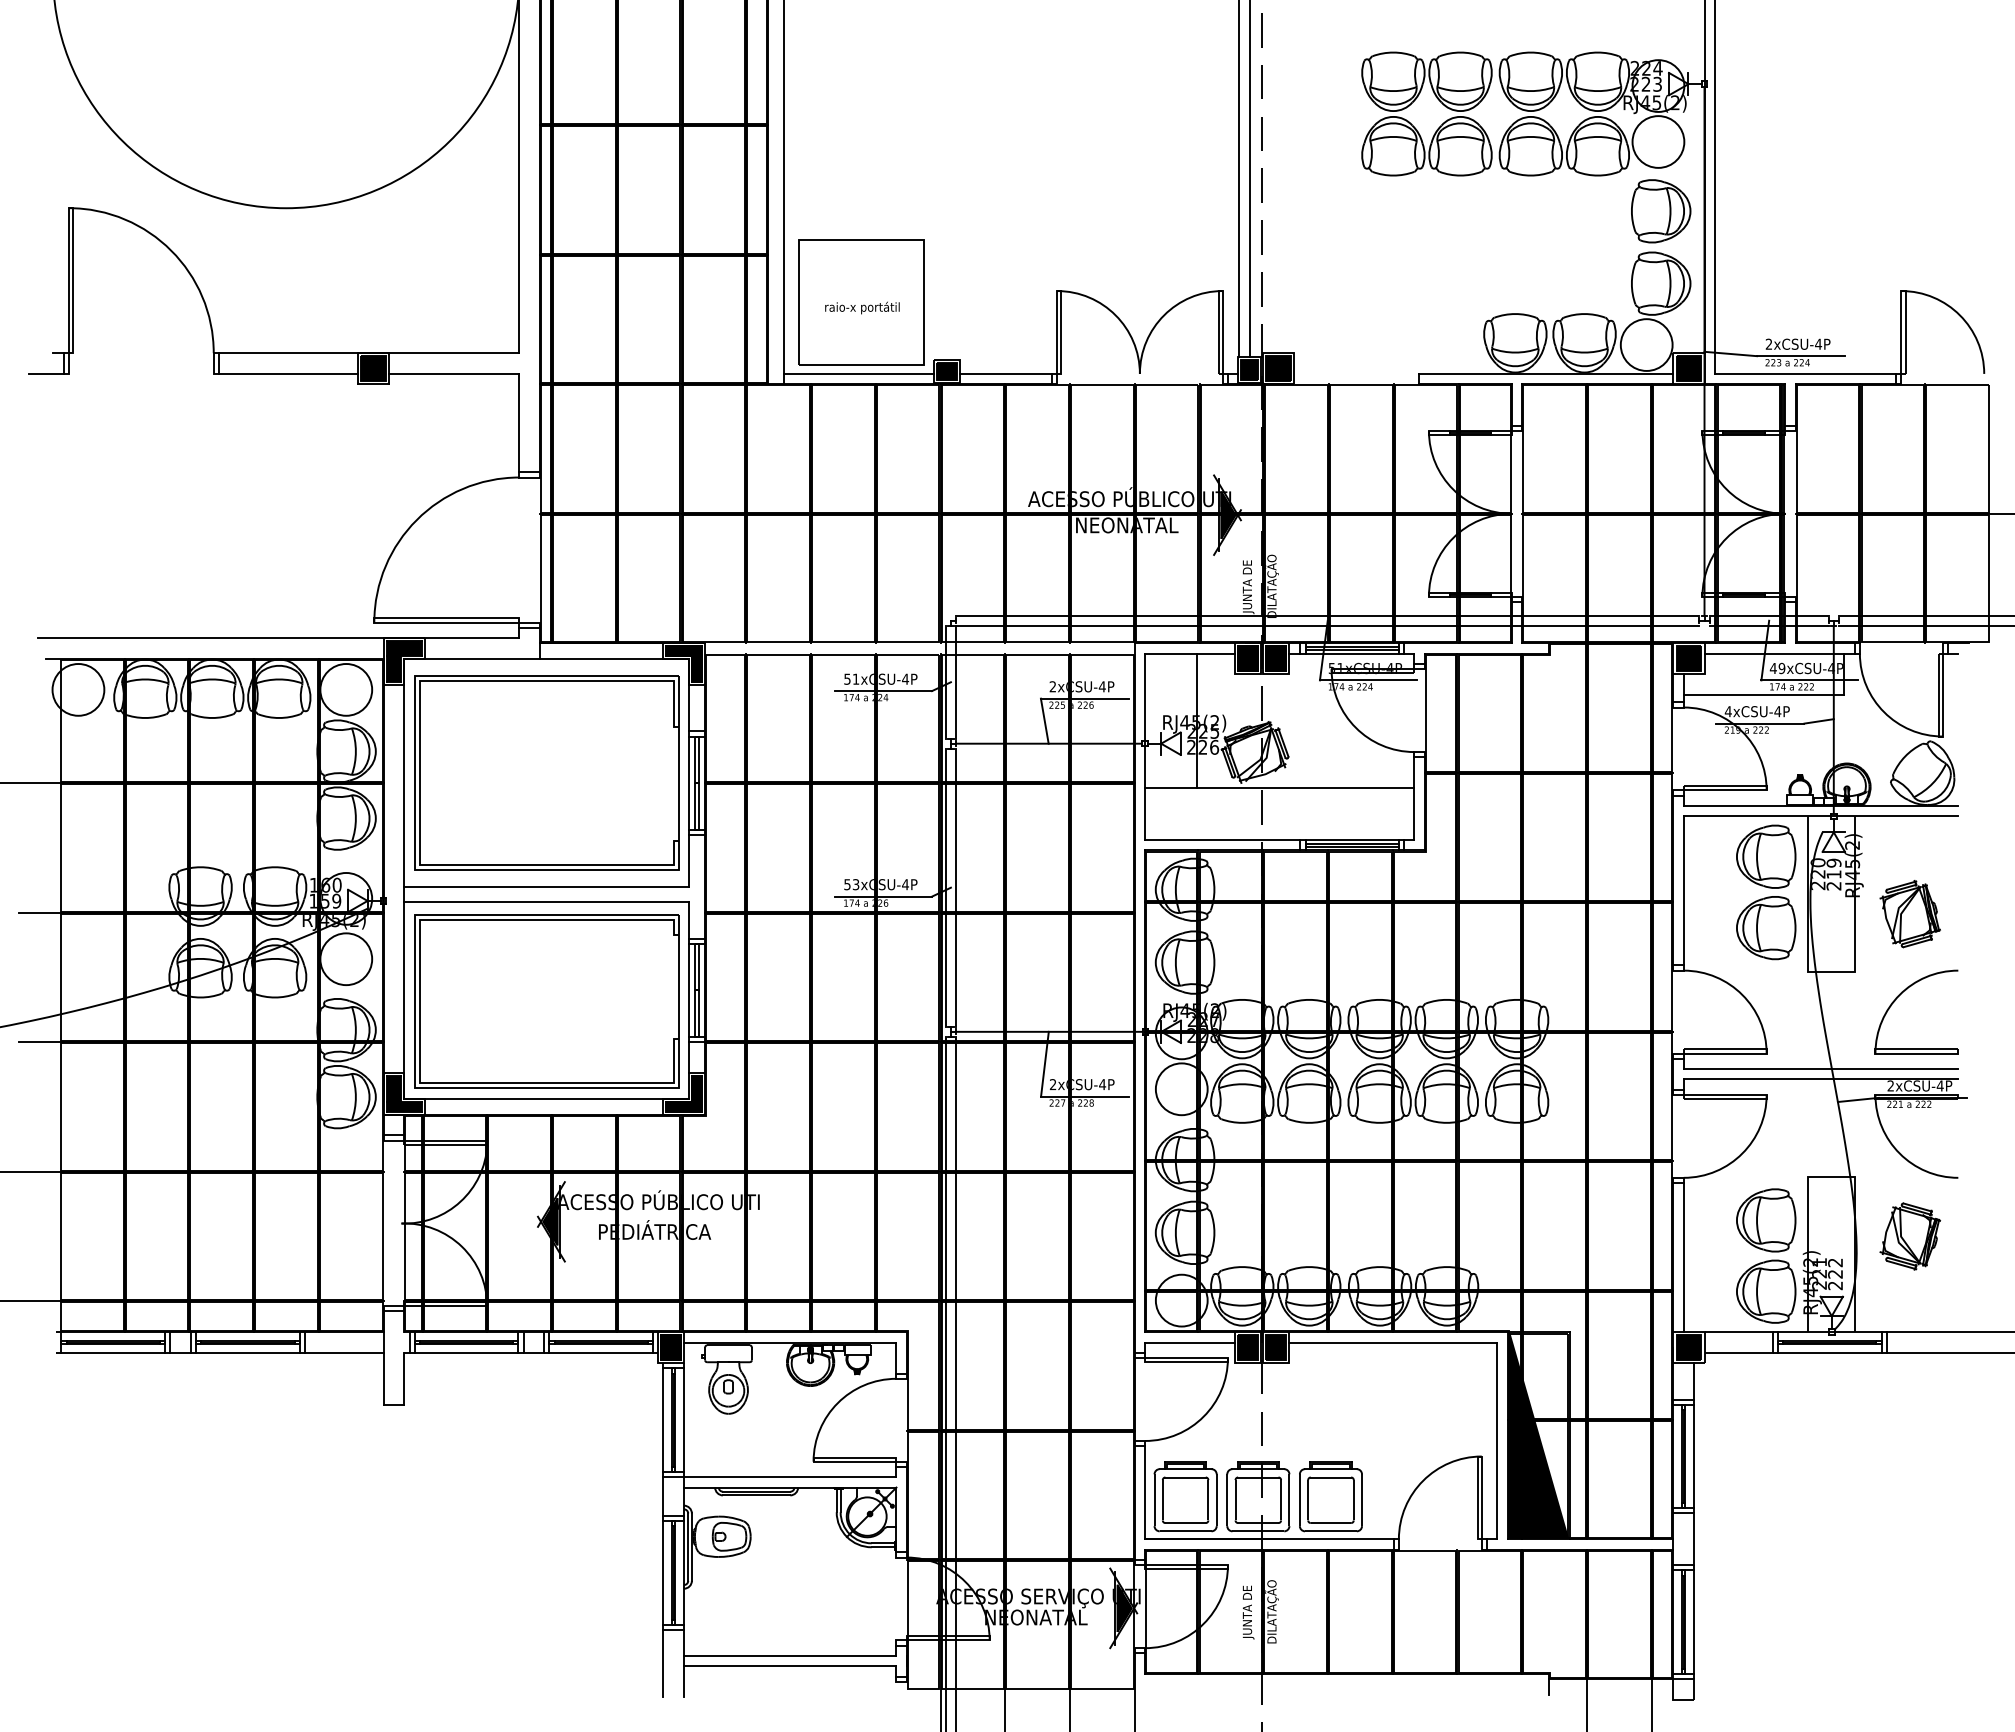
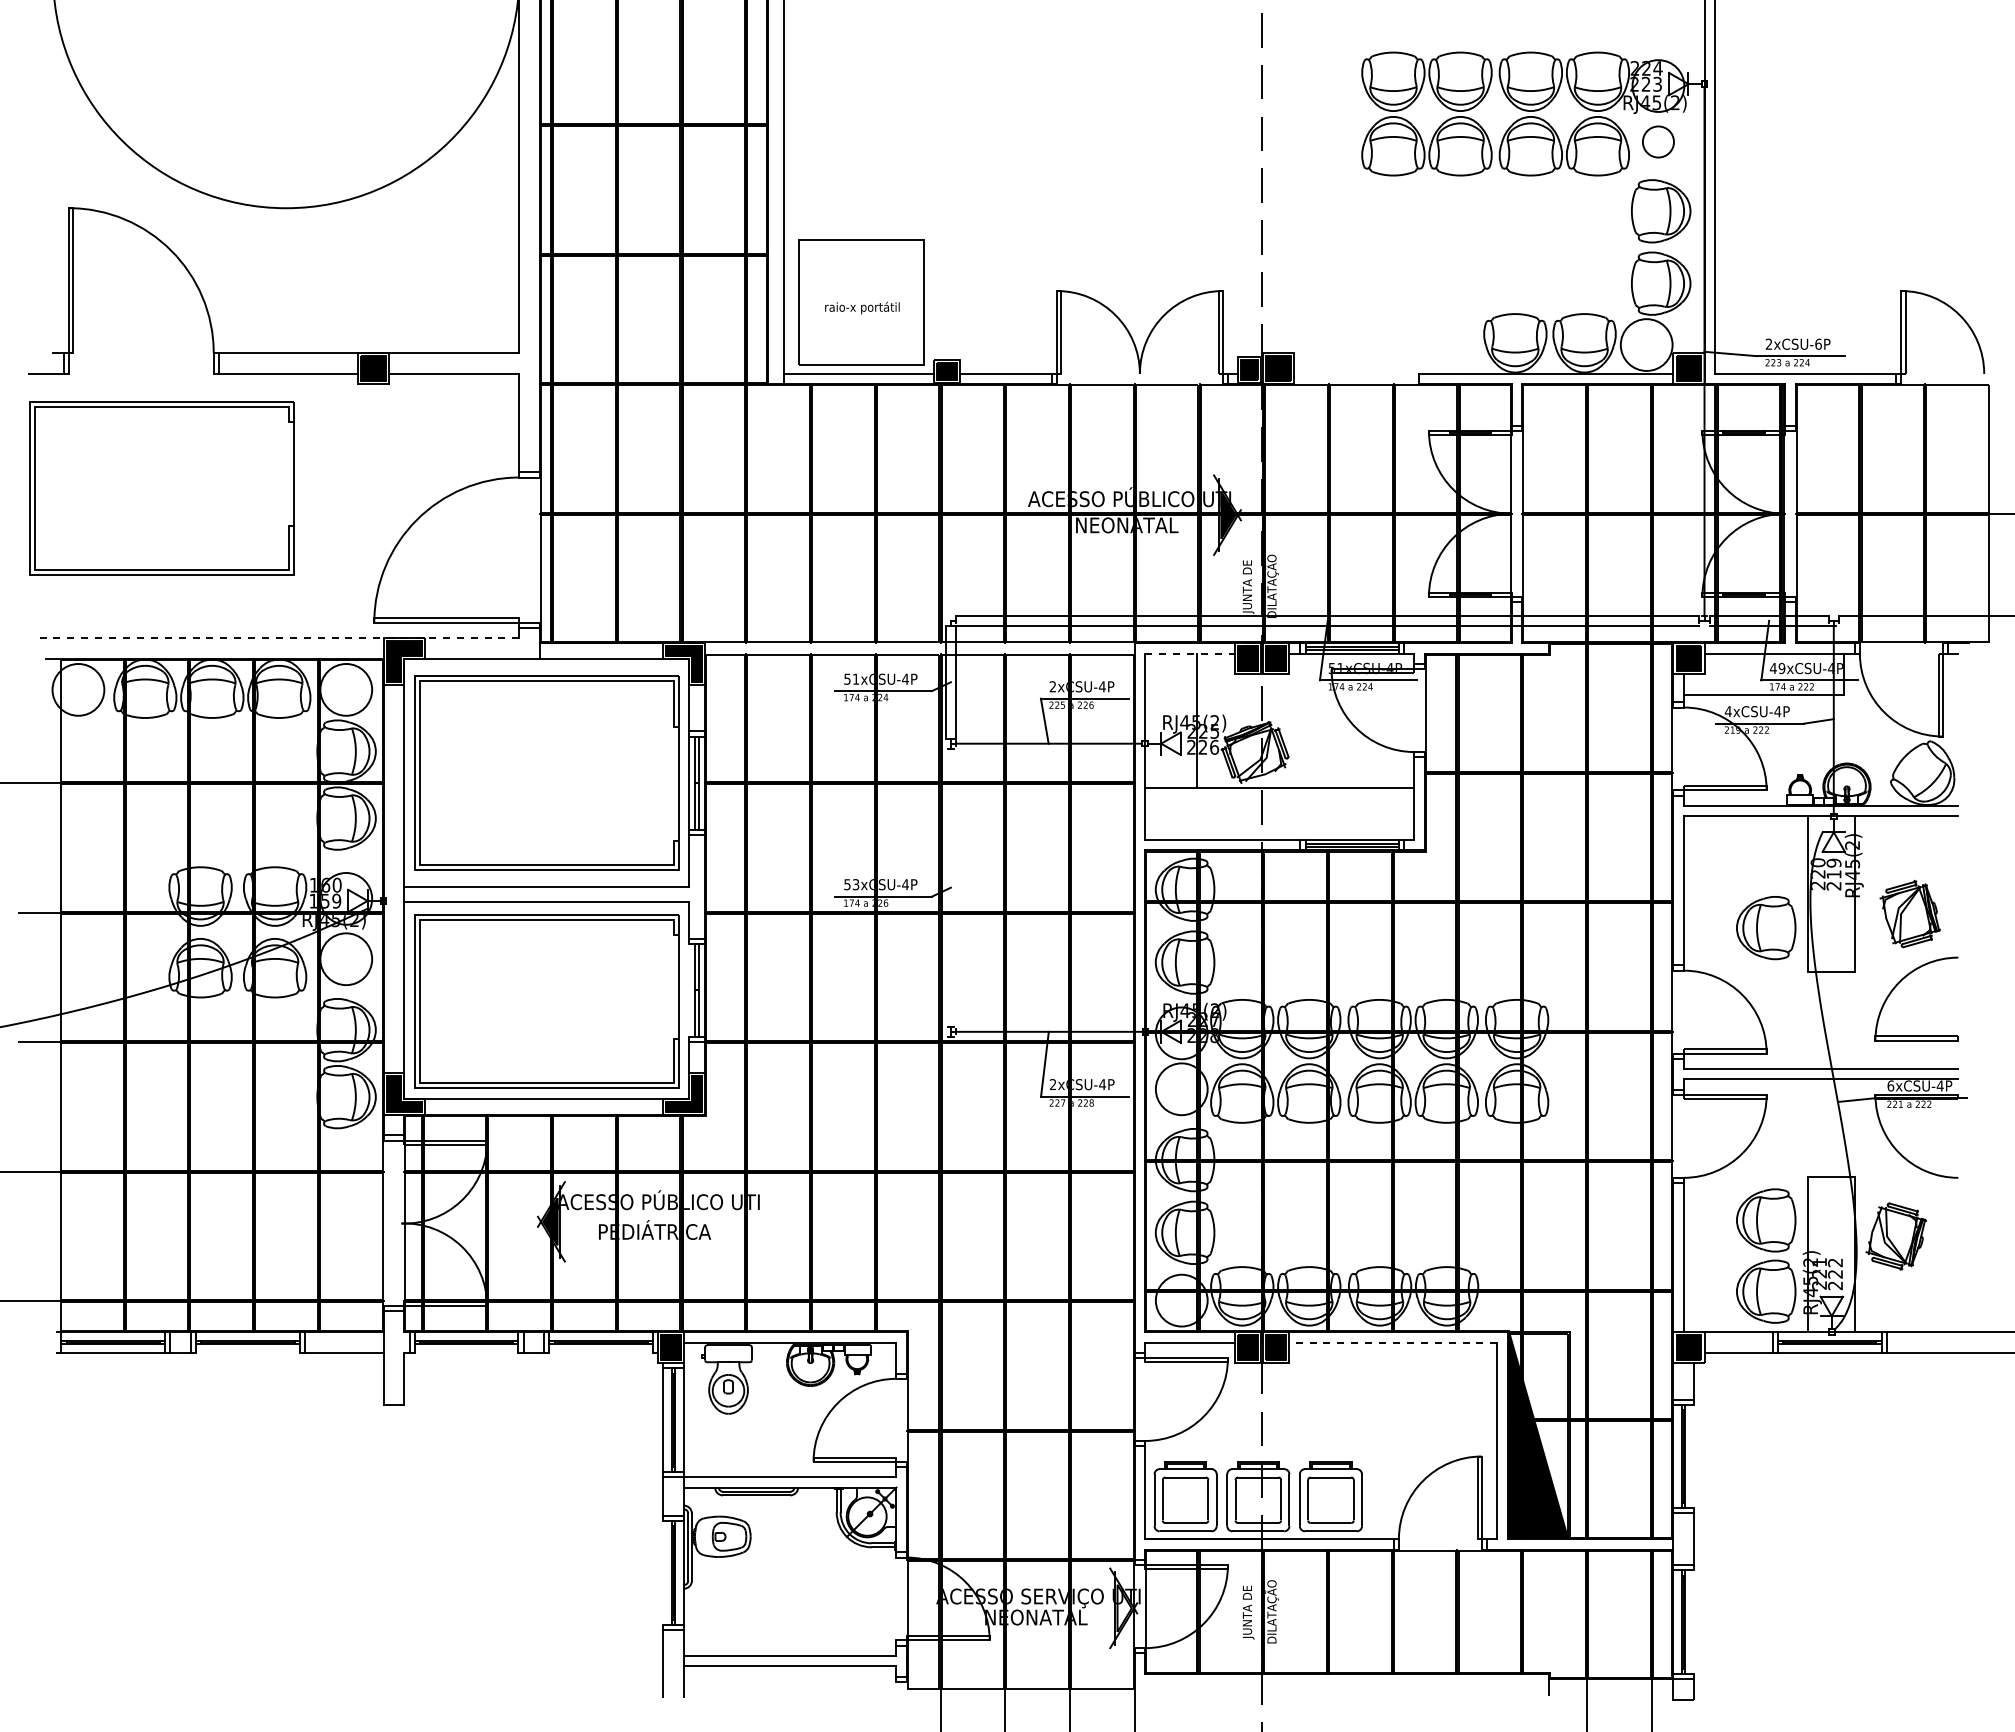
circle at (1658, 141) diameter: 52 px -> 31 px
line at (1239, 179): present -> none
line at (1249, 179): present -> none
text at (1818, 343): 2xCSU-4P -> 2xCSU-6P
part at (161, 488): none -> present
line at (1924, 625): present -> none
line at (278, 638): solid -> dashed
line at (1190, 653): solid -> dashed
part at (1766, 856): present -> none
line at (945, 887): present -> none
line at (956, 887): present -> none
line at (689, 989): present -> none
part at (1900, 995) position: (1900, 995) -> (1900, 982)
text at (1890, 1085): 2xCSU-4P -> 6xCSU-4P
part at (1910, 1236) position: (1910, 1236) -> (1896, 1236)
line at (1392, 1342): solid -> dashed
line at (247, 1352): present -> none
line at (466, 1352): present -> none
line at (601, 1352): present -> none
line at (945, 1382): present -> none
line at (956, 1382): present -> none
line at (1694, 1456): present -> none
line at (663, 1572): present -> none
fill at (1124, 1607): present -> none
line at (1694, 1622): present -> none
